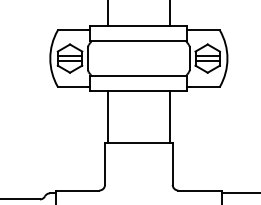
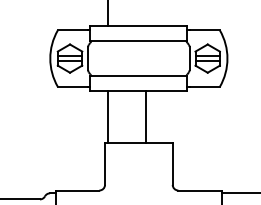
line at (169, 14): present -> none
line at (169, 116) position: (169, 116) -> (145, 116)
